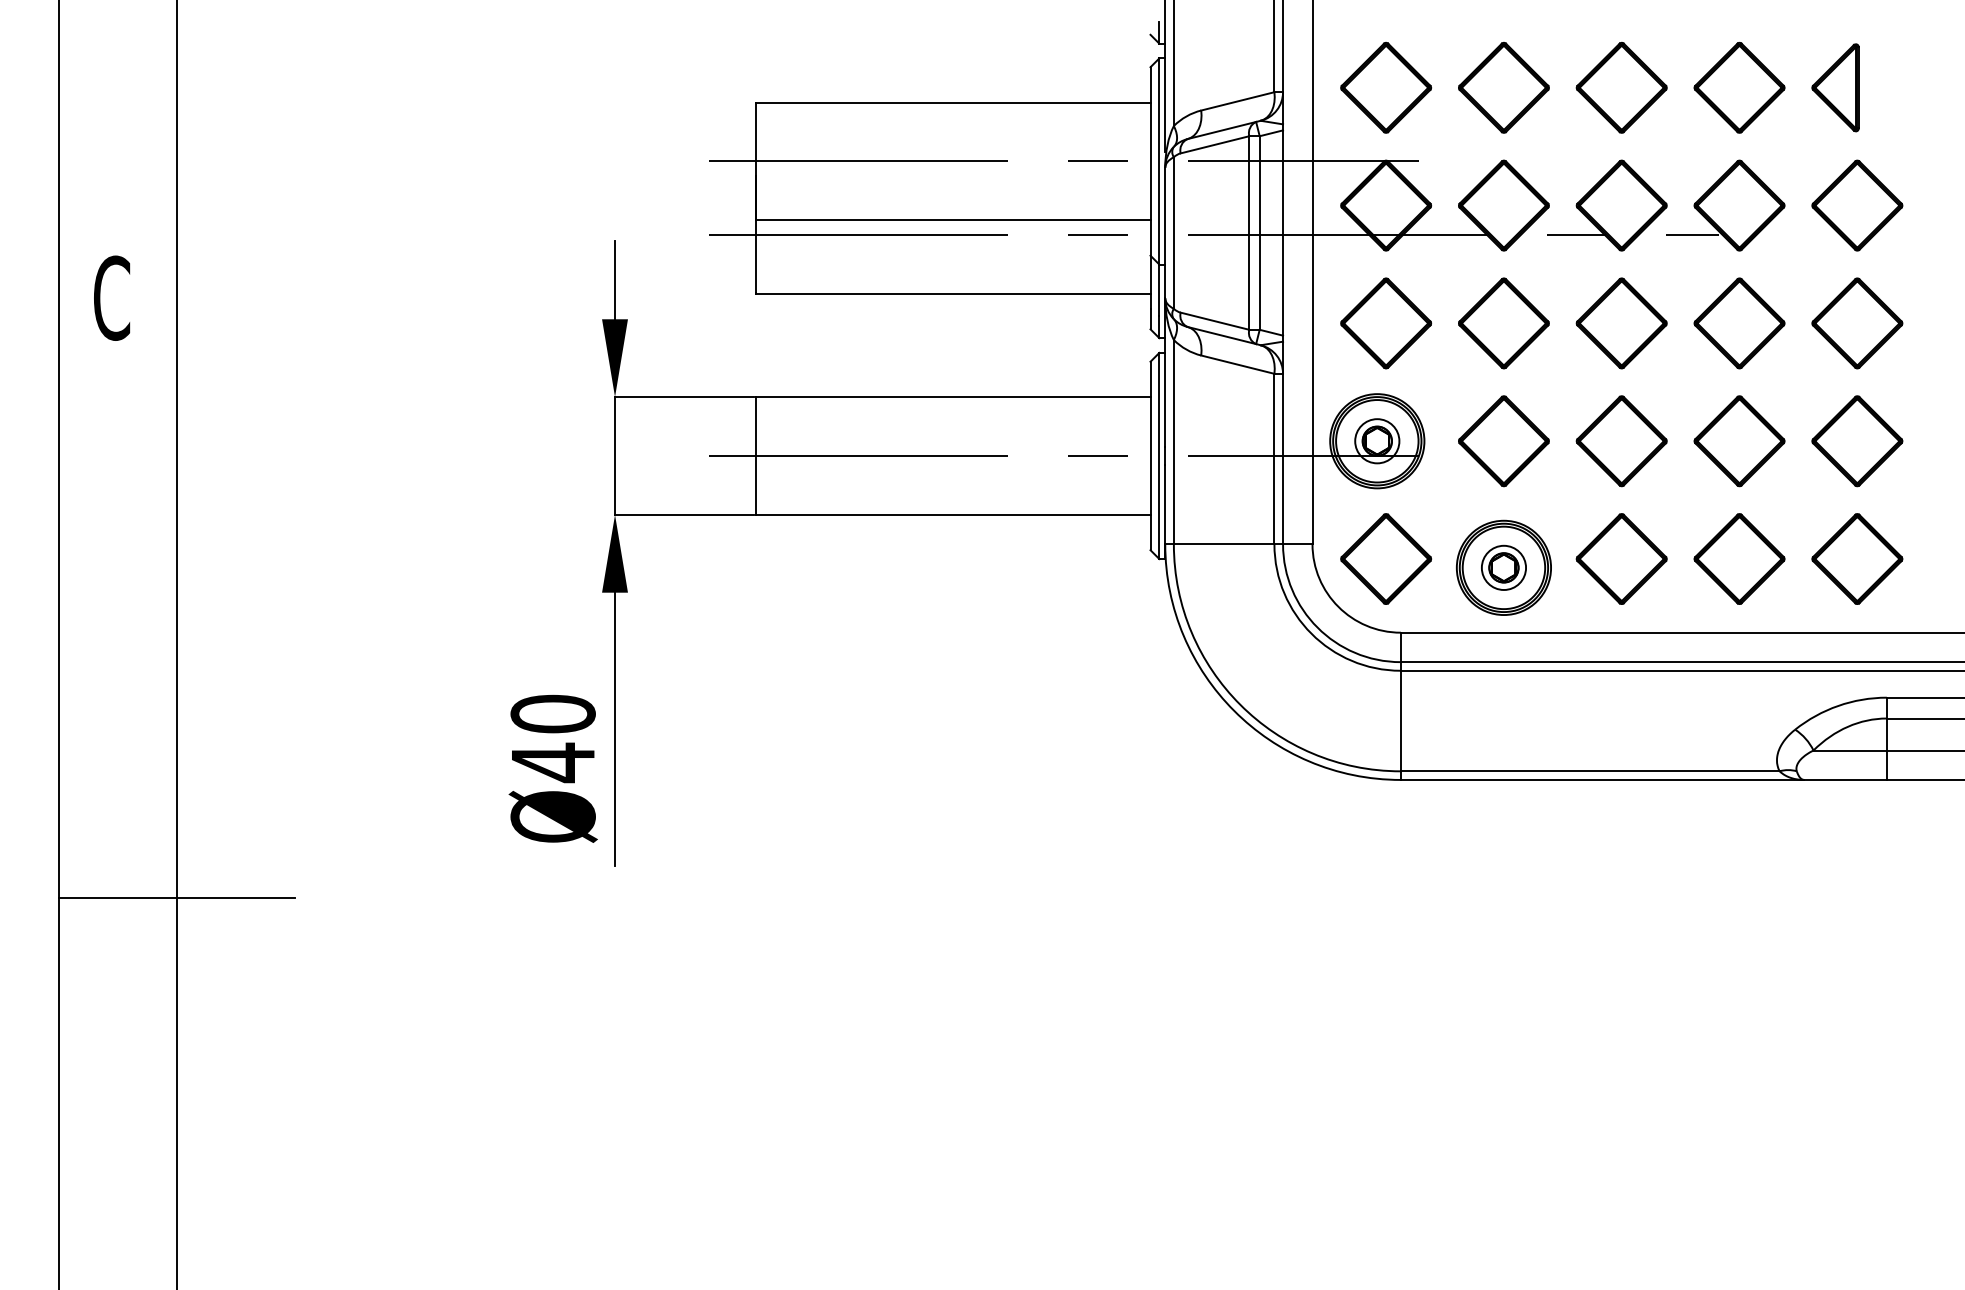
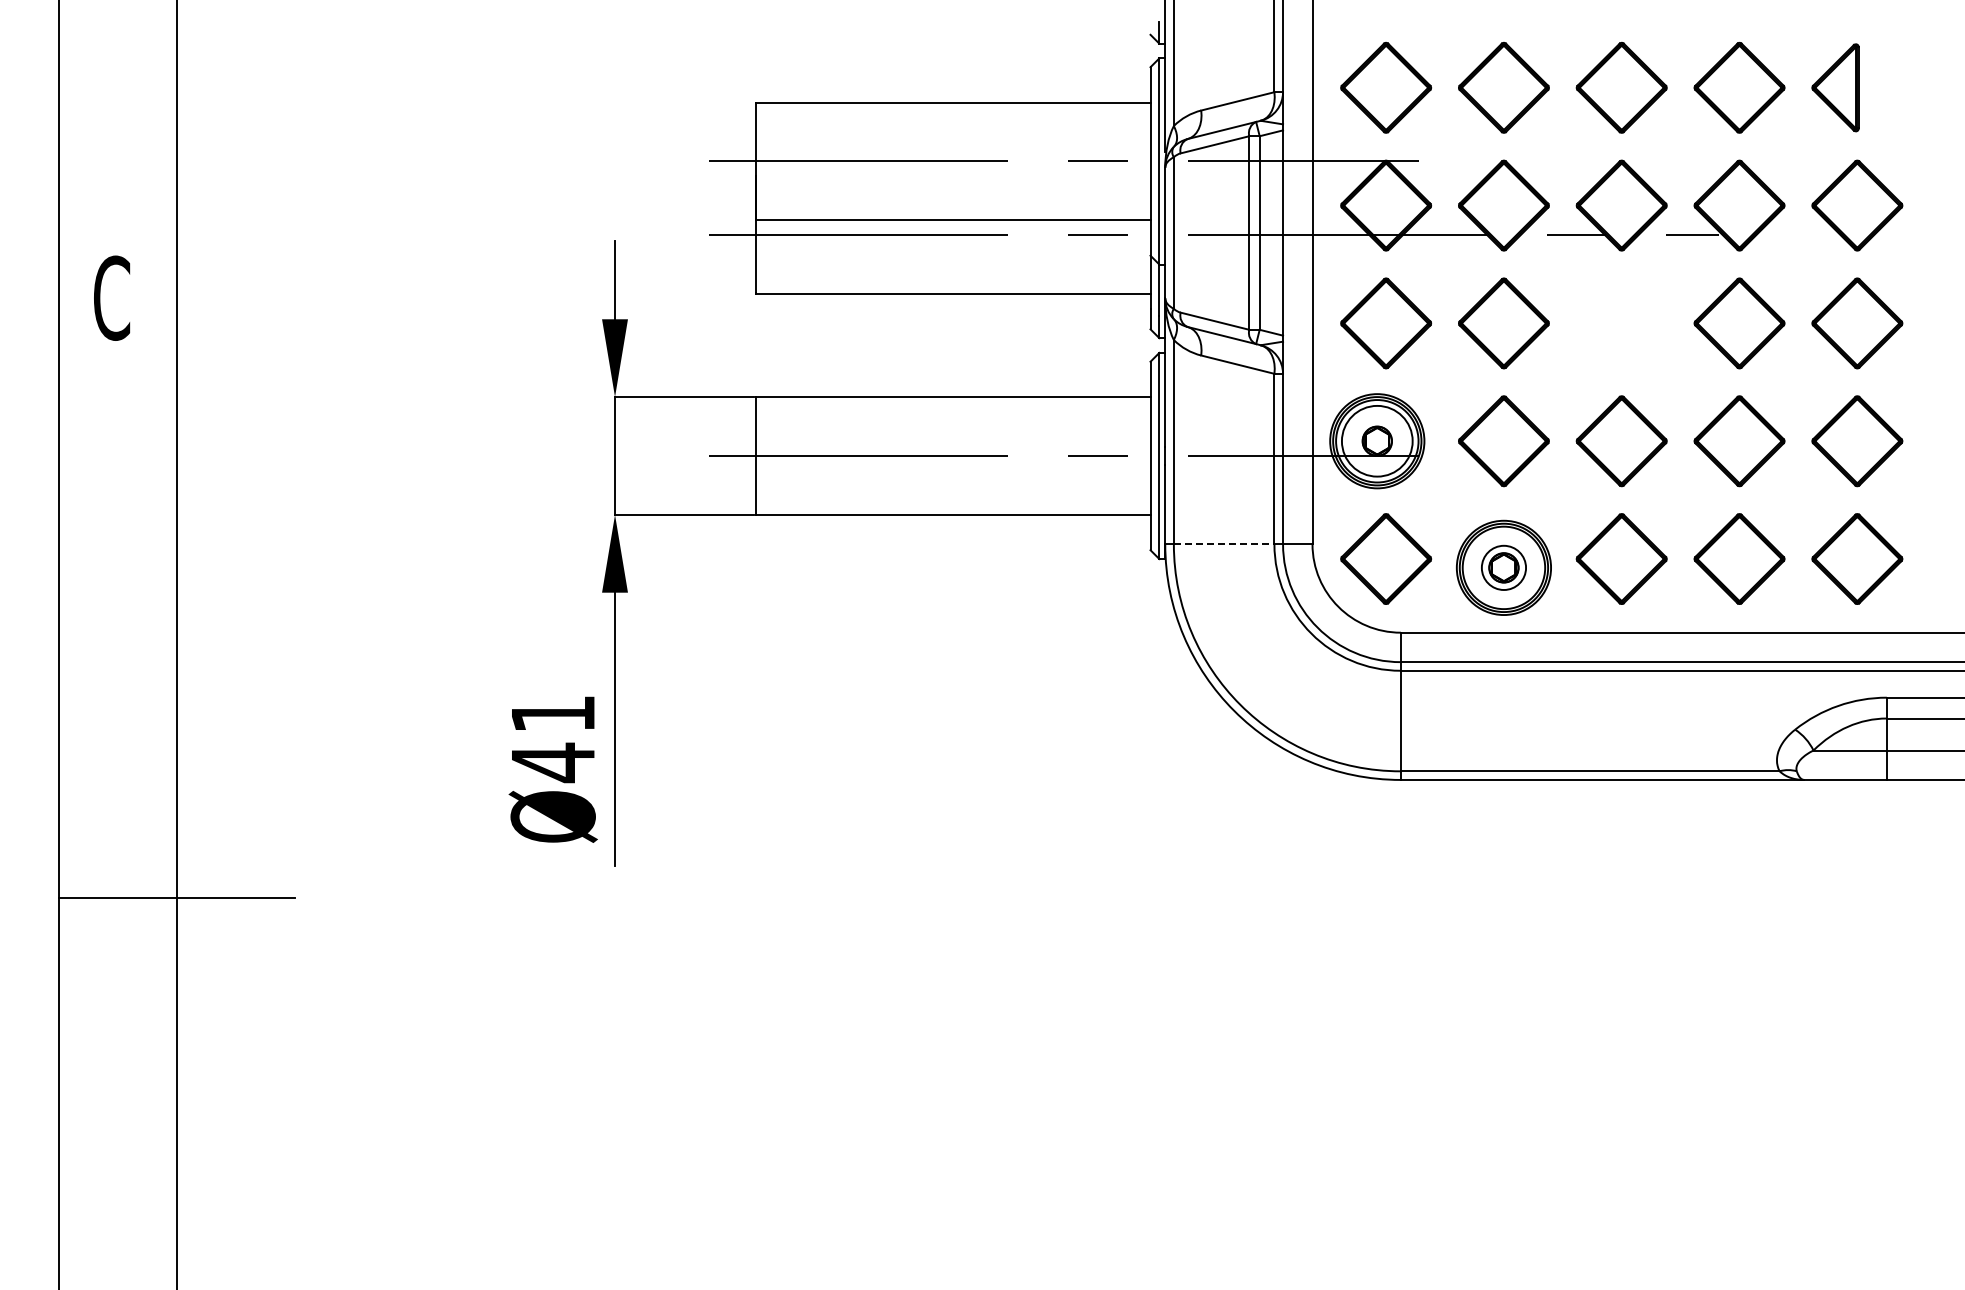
part at (1621, 323): present -> none
circle at (1377, 441) diameter: 44 px -> 71 px
line at (1224, 544): solid -> dashed
text at (552, 713): Ø40 -> Ø41
